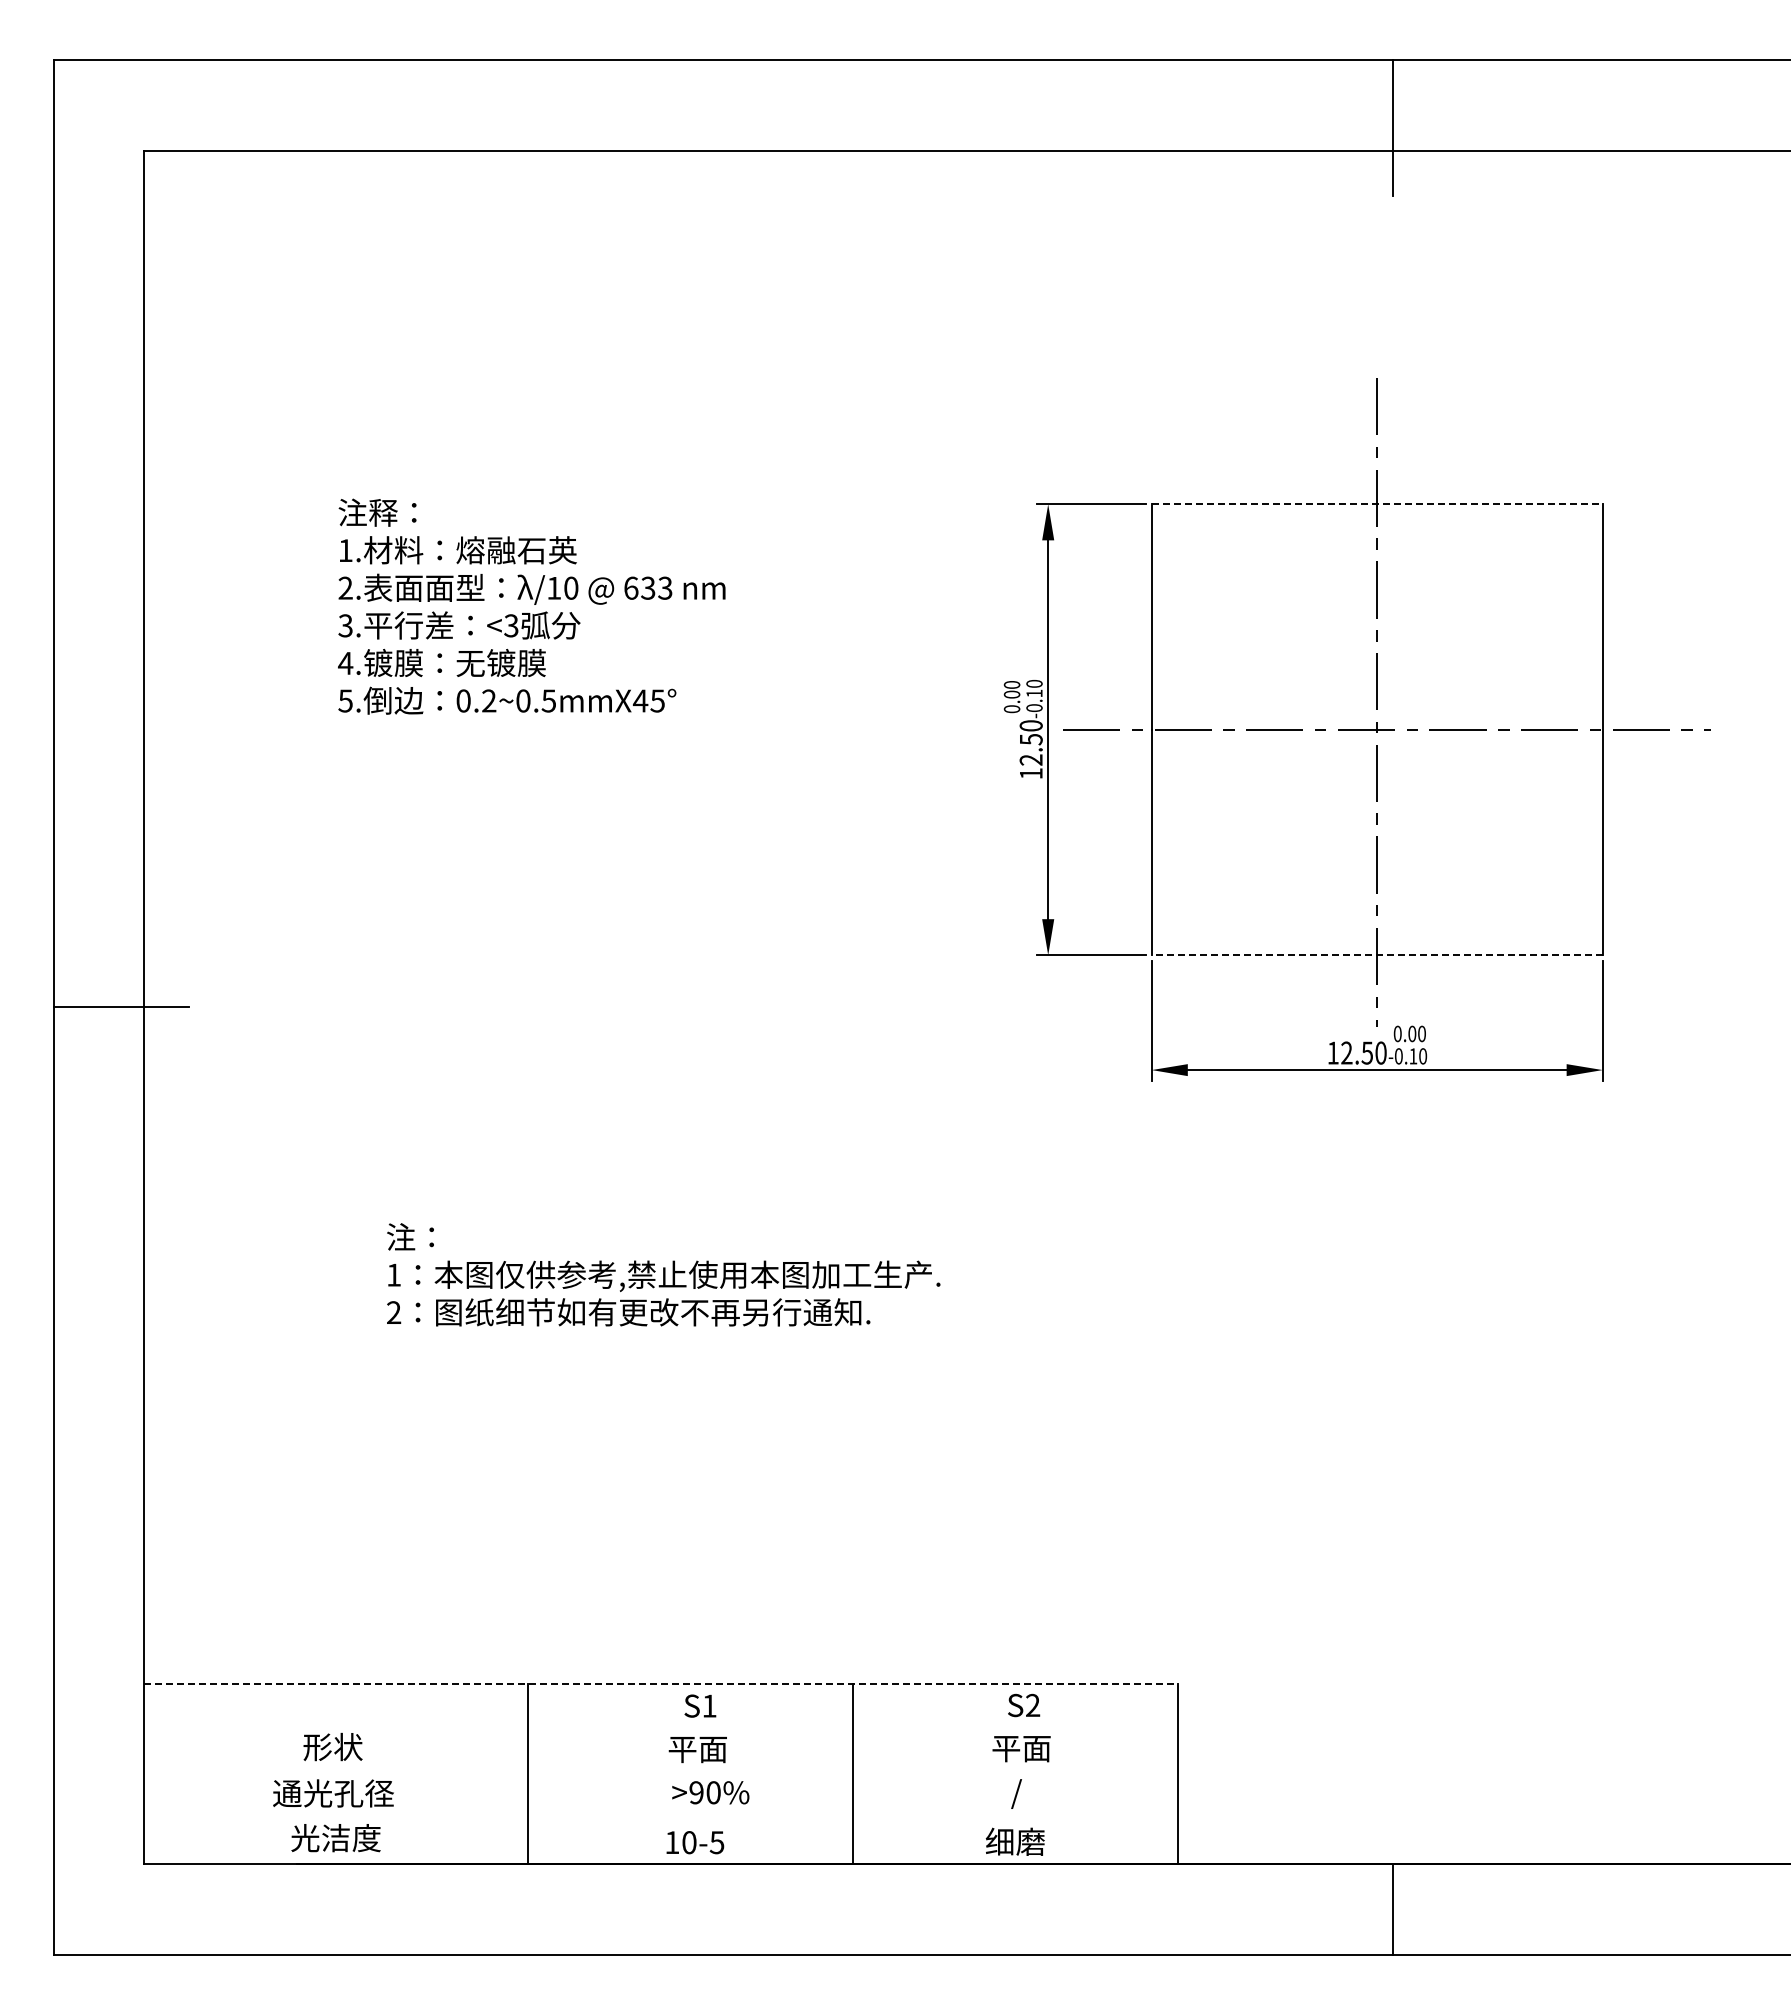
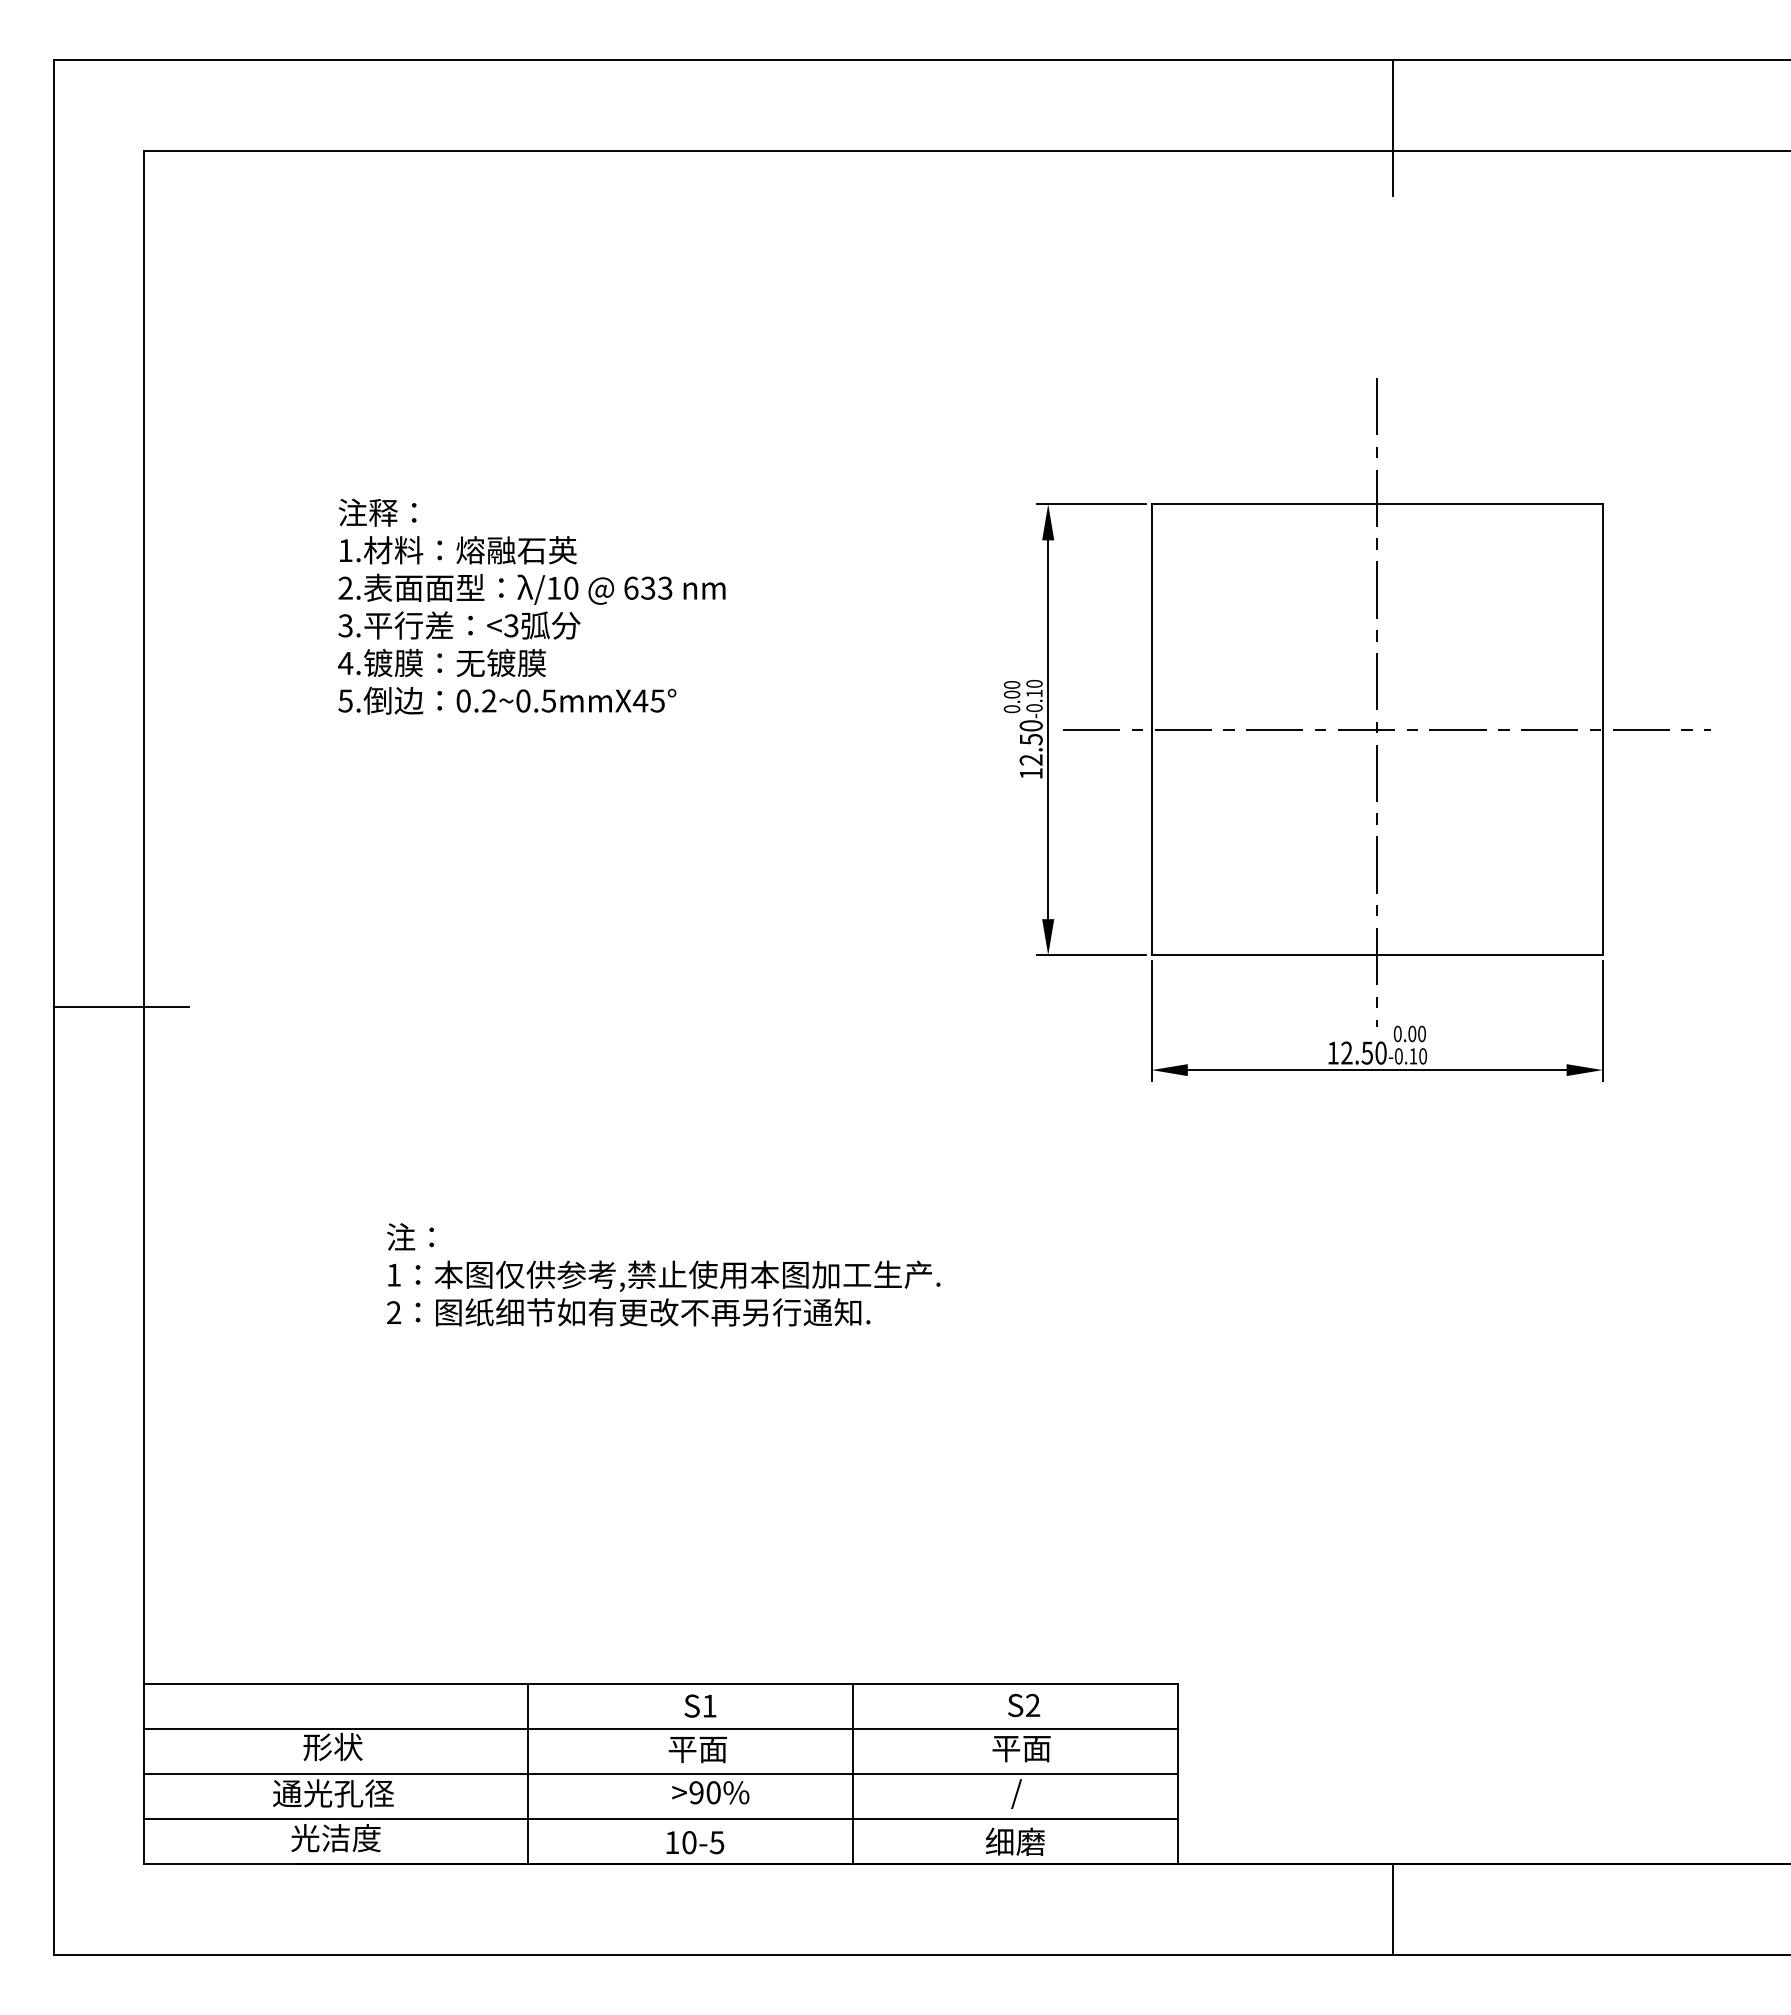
line at (1377, 504): dashed -> solid
line at (1376, 955): dashed -> solid
line at (661, 1683): dashed -> solid
line at (660, 1729): none -> present
line at (660, 1774): none -> present
line at (660, 1819): none -> present
